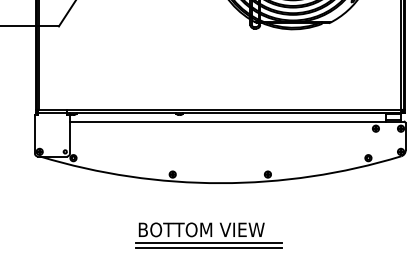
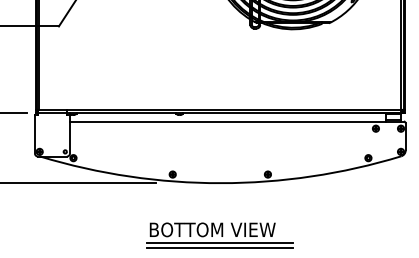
line at (14, 112): none -> present
line at (79, 183): none -> present
part at (208, 235) position: (208, 235) -> (219, 235)
